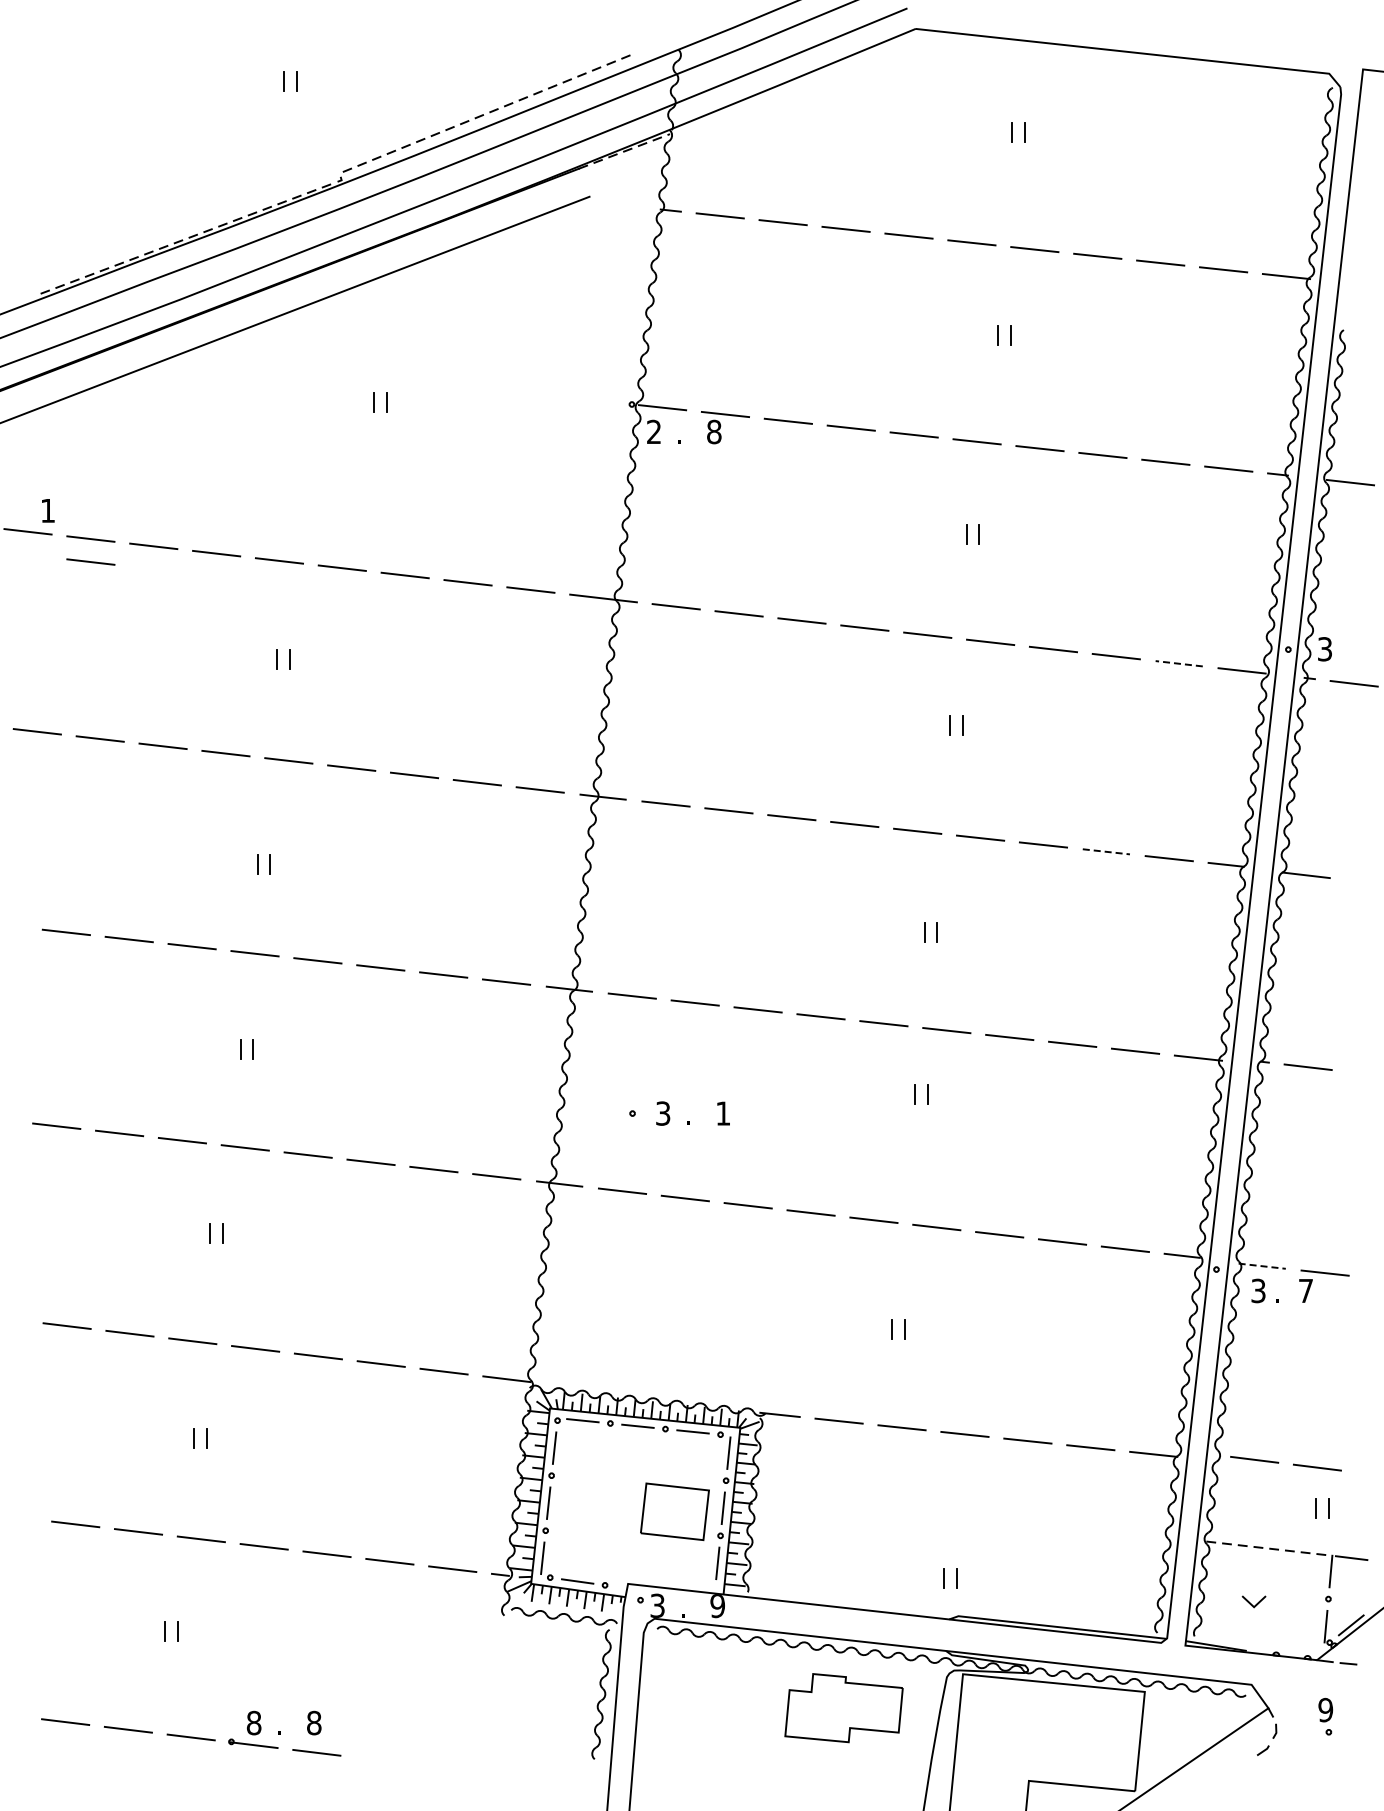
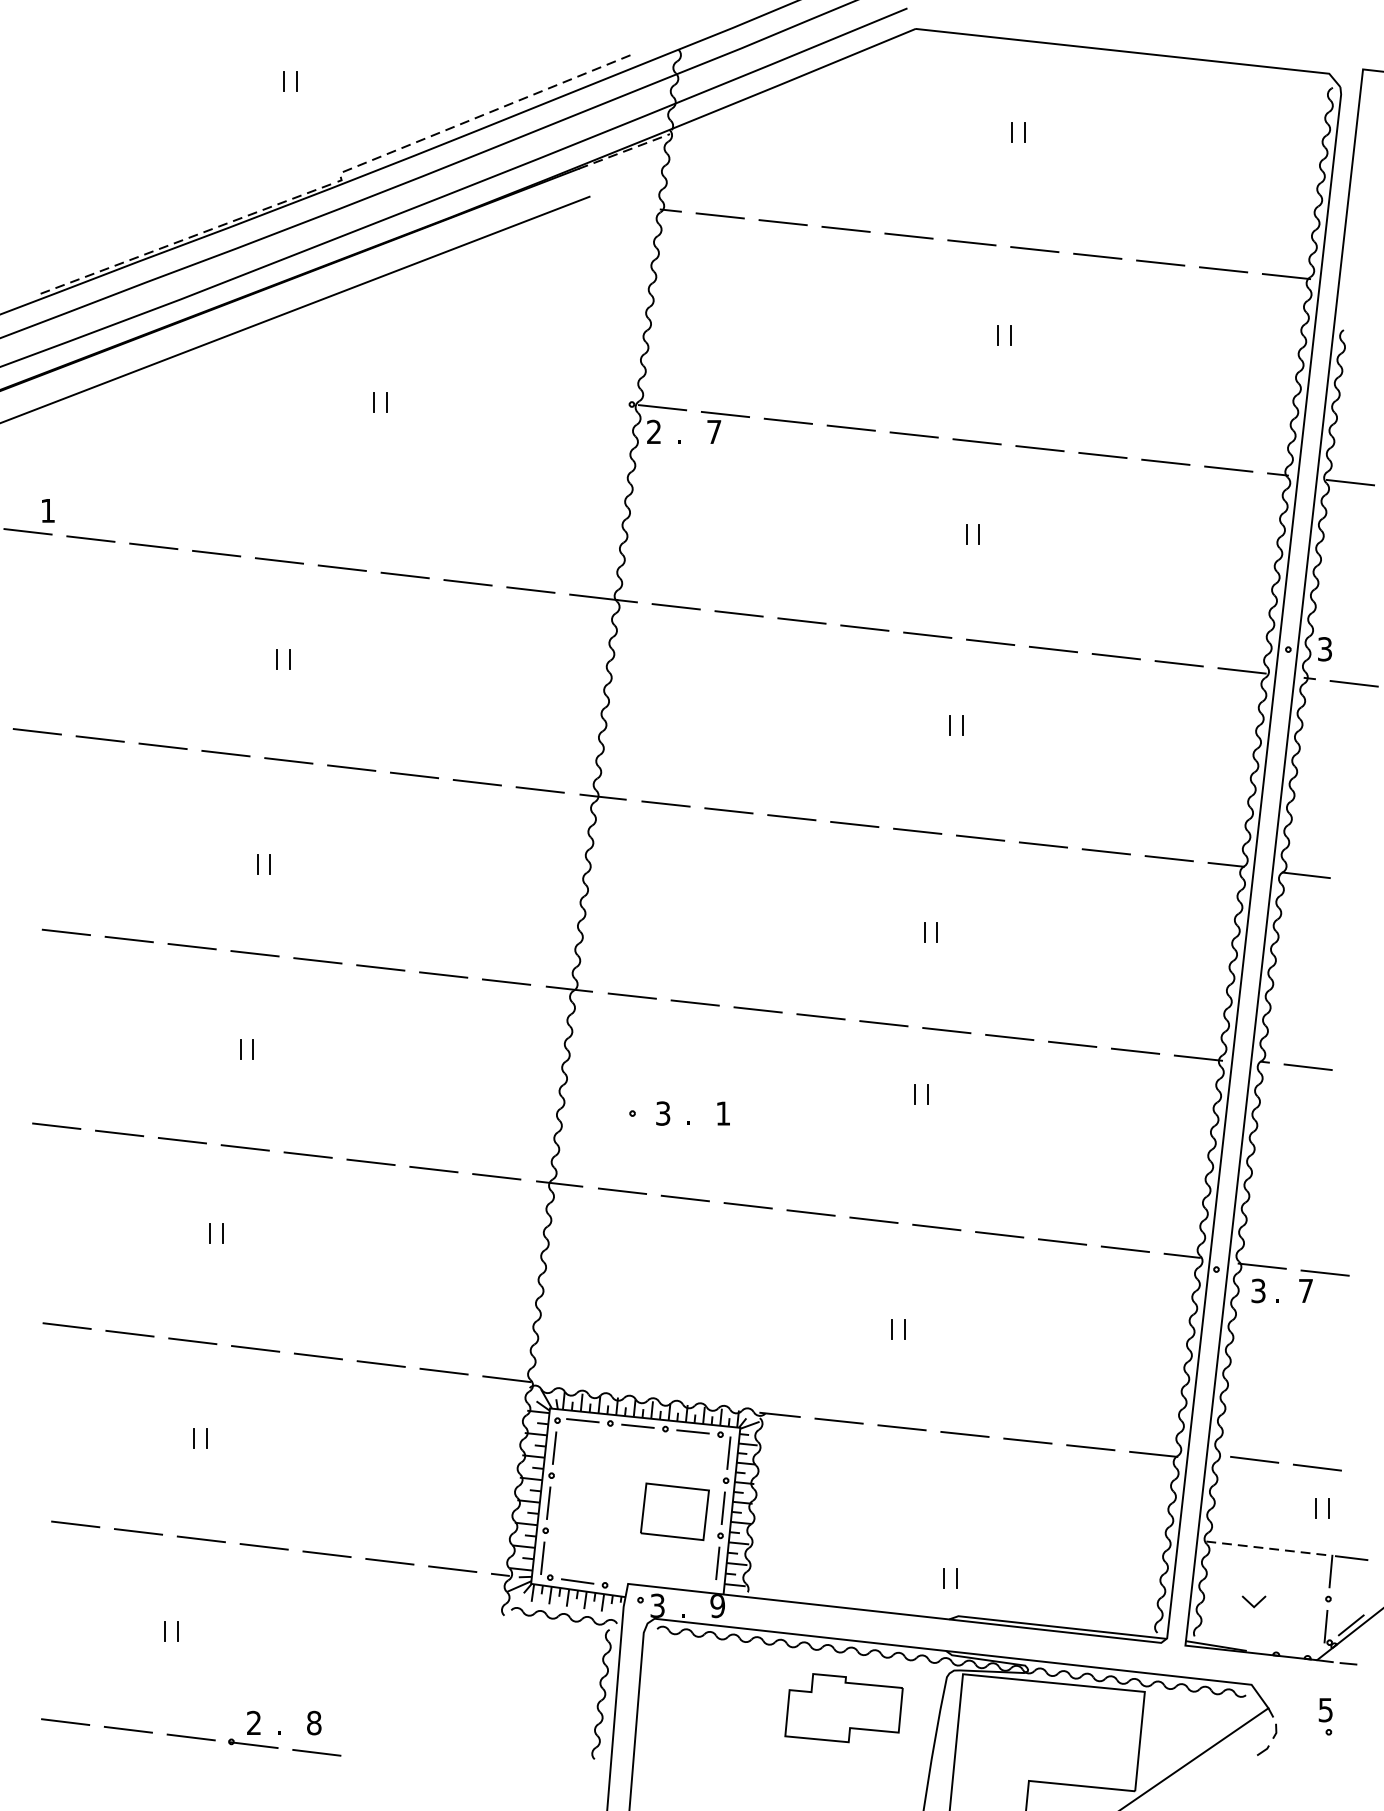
text at (714, 431): 8 -> 7
line at (90, 561): present -> none
line at (1179, 663): dashed -> solid
line at (1106, 851): dashed -> solid
line at (1262, 1266): dashed -> solid
text at (1325, 1709): 9 -> 5
text at (253, 1722): 8 -> 2
